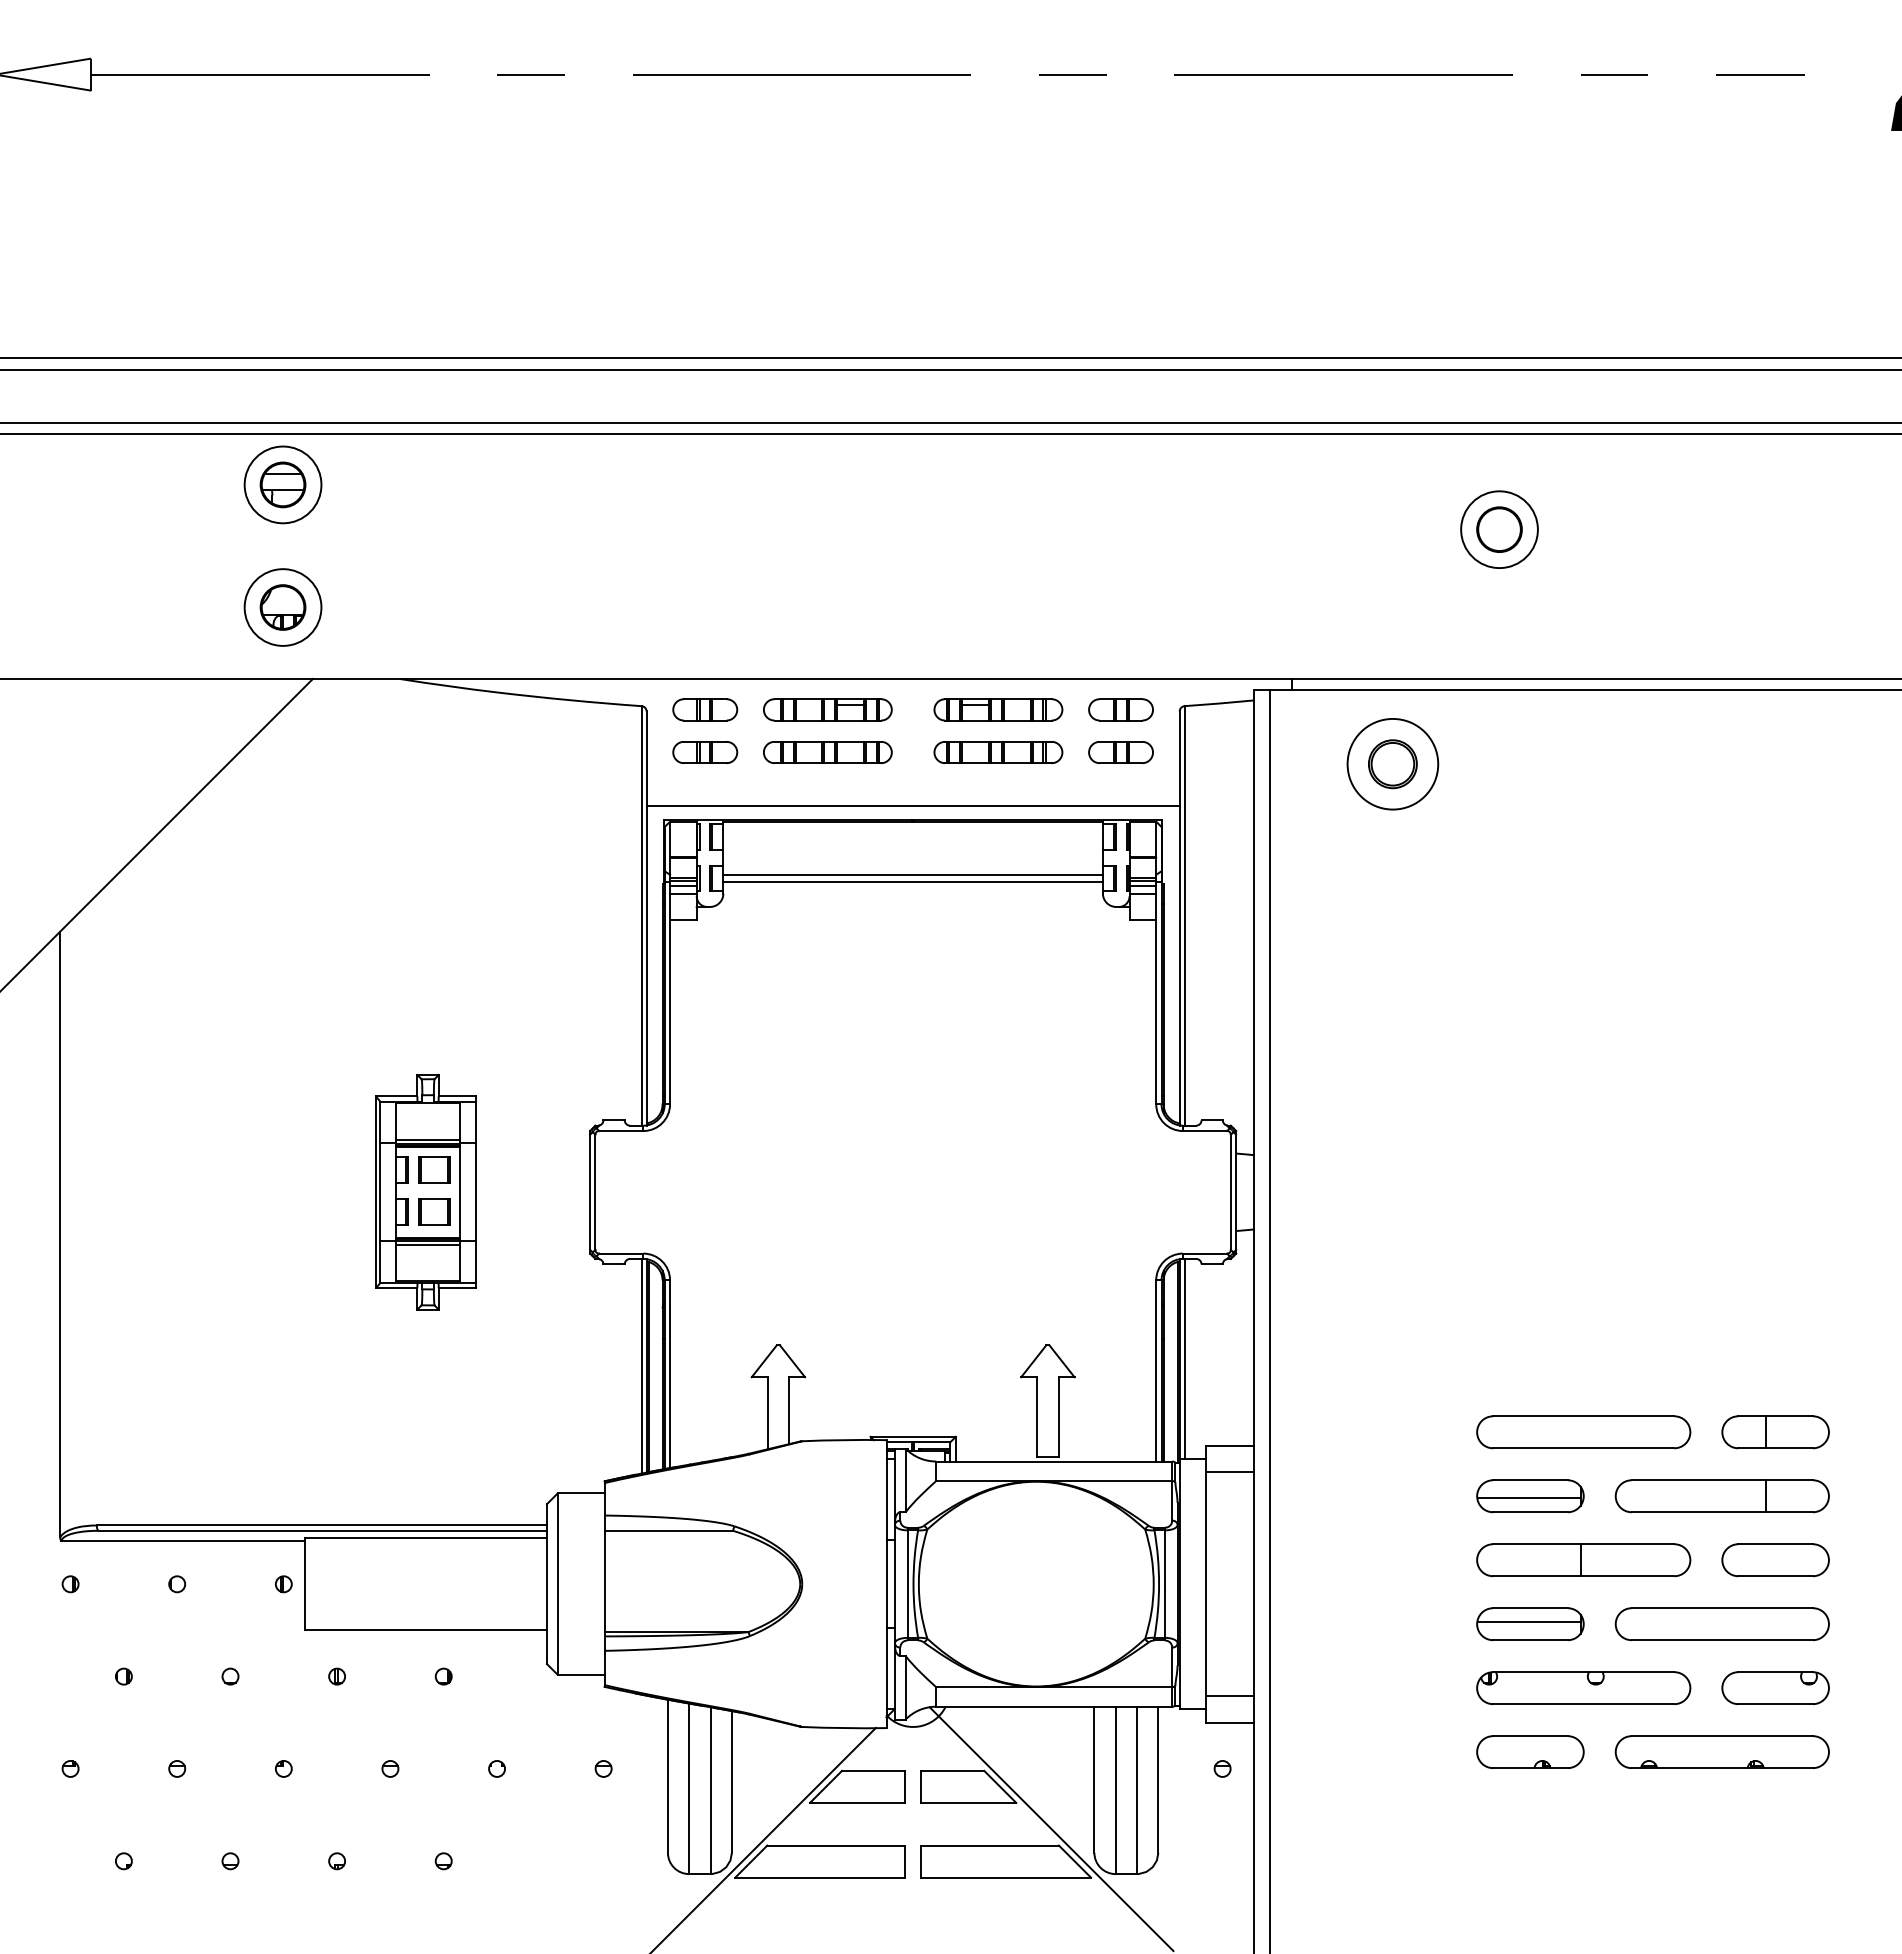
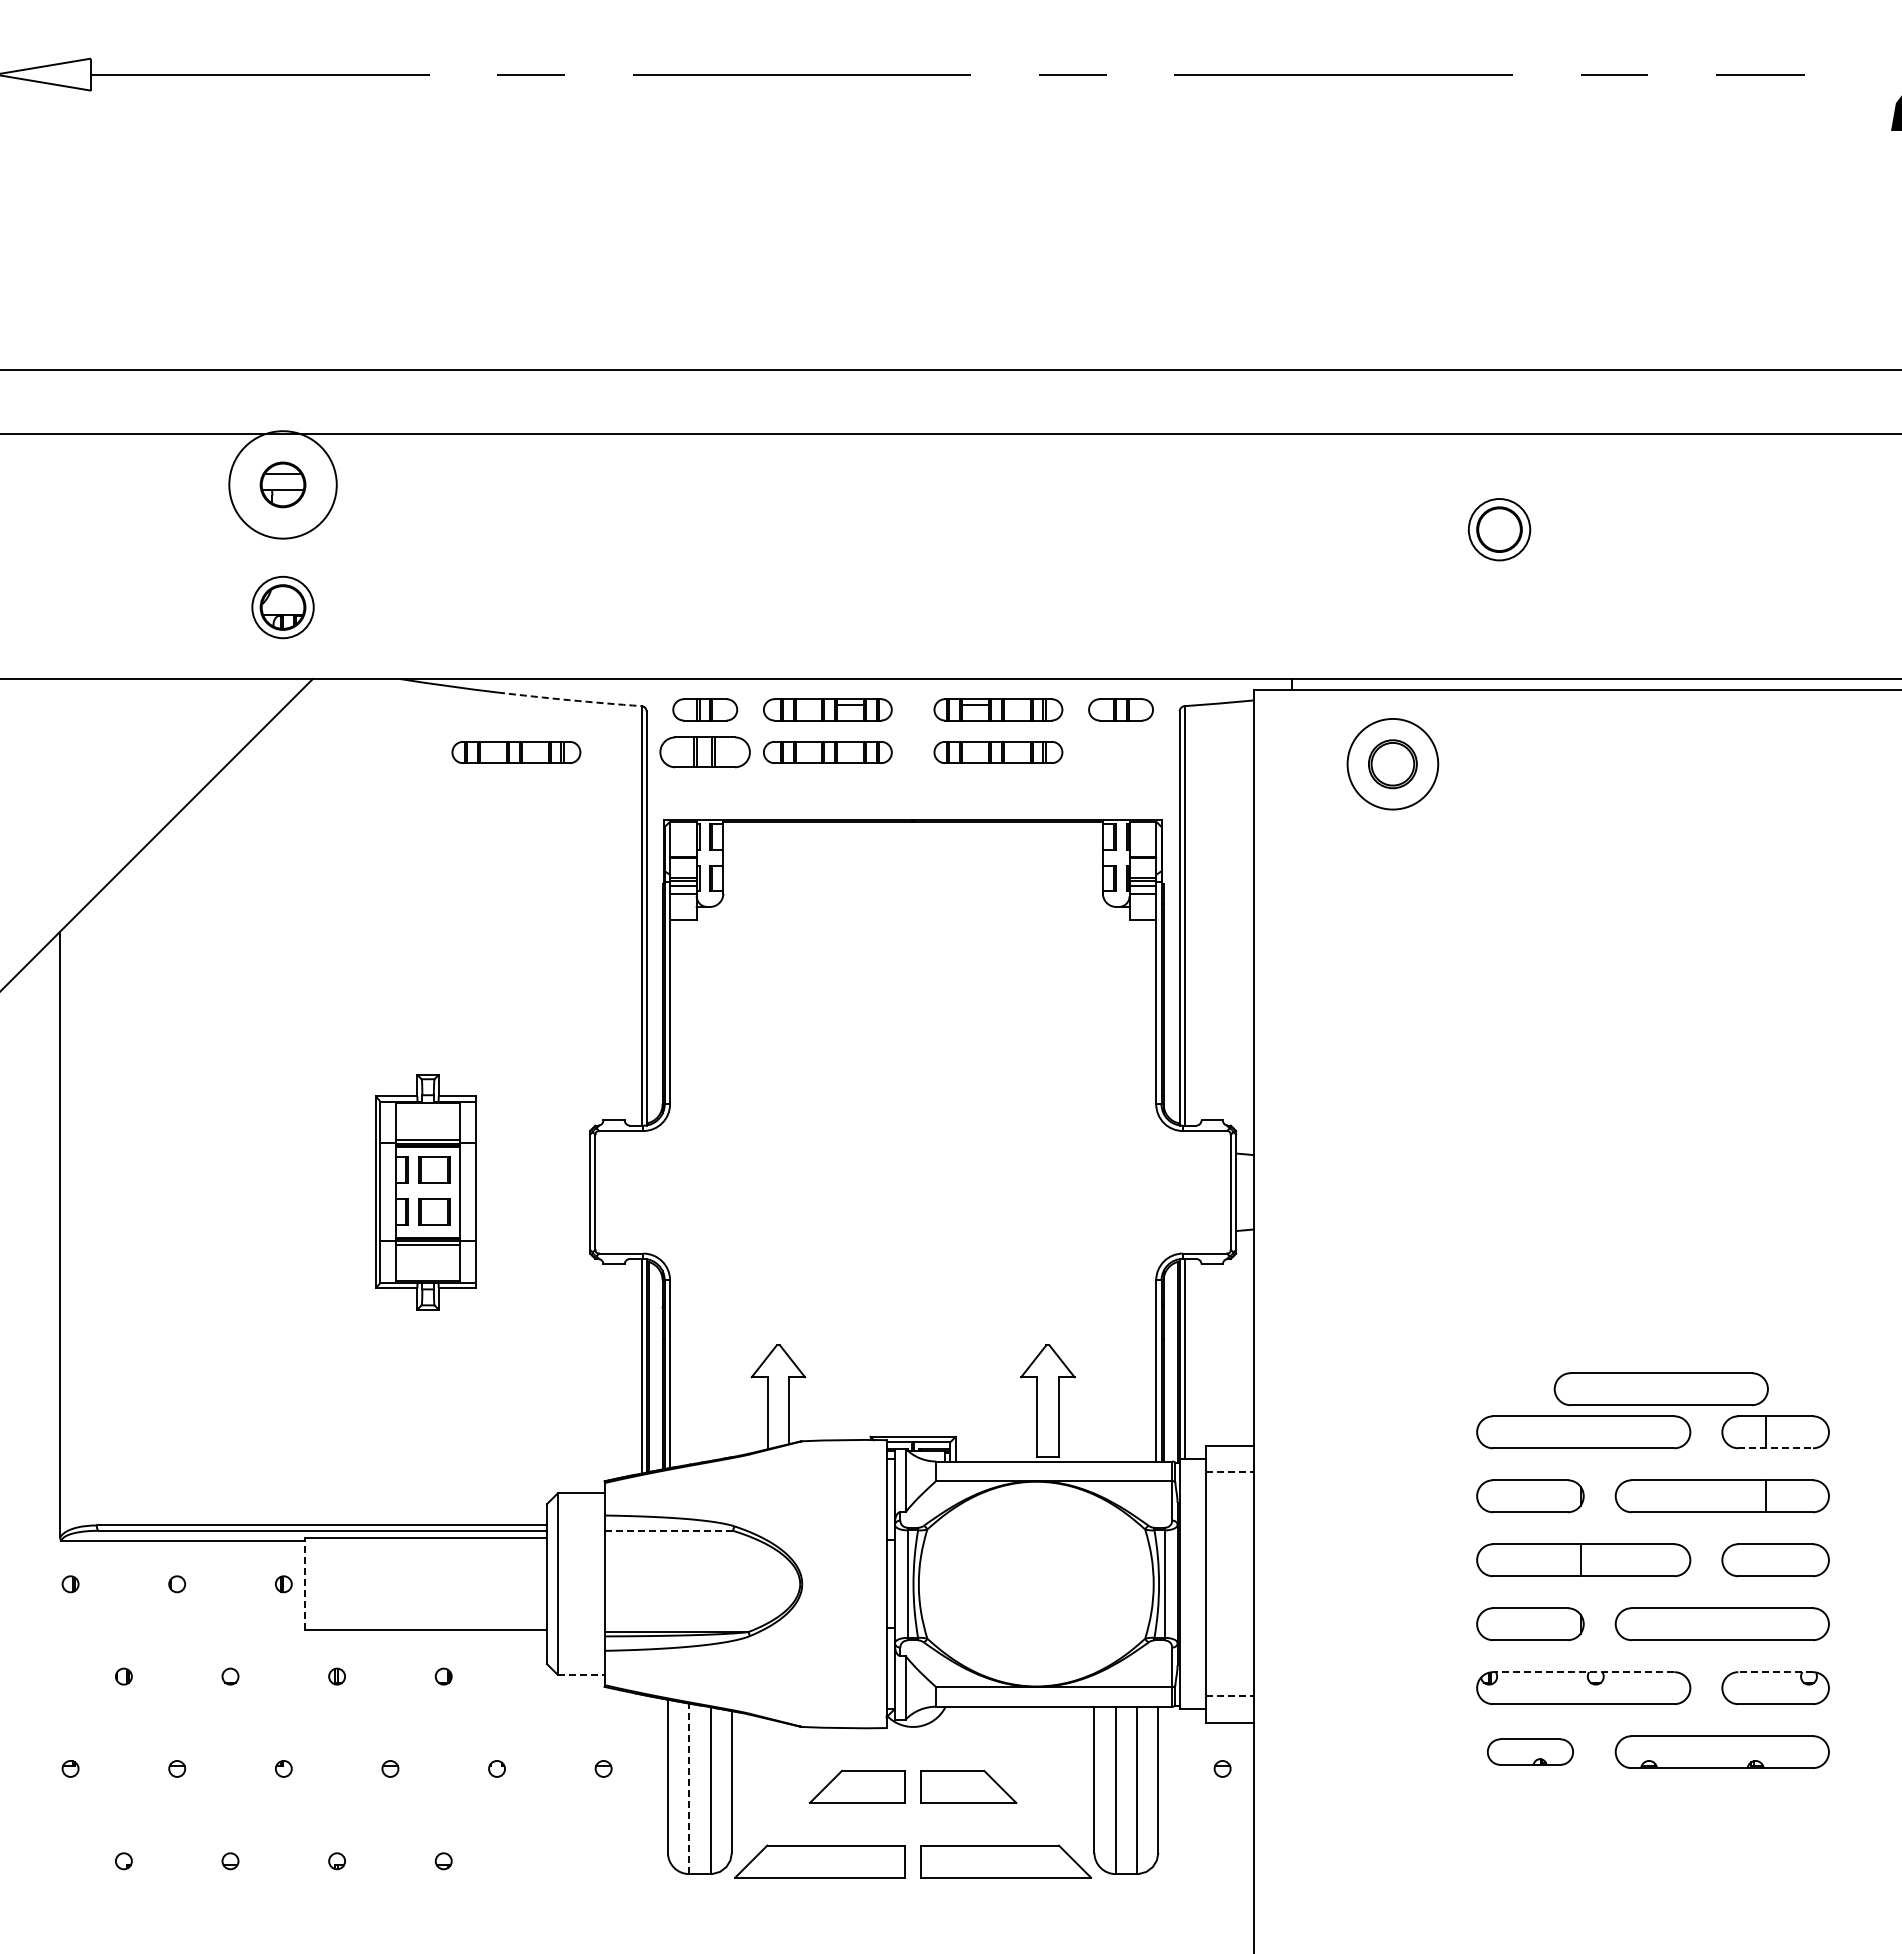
line at (950, 358): present -> none
line at (950, 423): present -> none
circle at (282, 484) diameter: 77 px -> 107 px
circle at (1499, 529) diameter: 77 px -> 61 px
circle at (282, 607) diameter: 77 px -> 61 px
arc at (569, 700): solid -> dashed
part at (516, 752): none -> present
part at (705, 752) size: 67x24 px -> 92x33 px
part at (1120, 752): present -> none
line at (912, 805): present -> none
line at (912, 874): present -> none
line at (912, 881): present -> none
line at (1270, 1319): present -> none
part at (1660, 1389): none -> present
line at (1776, 1448): solid -> dashed
line at (1230, 1472): solid -> dashed
line at (1528, 1497): present -> none
line at (669, 1530): solid -> dashed
line at (305, 1584): solid -> dashed
line at (1528, 1621): present -> none
line at (1583, 1672): solid -> dashed
line at (1775, 1672): solid -> dashed
line at (581, 1674): solid -> dashed
line at (1230, 1696): solid -> dashed
part at (1530, 1751) size: 109x34 px -> 88x28 px
line at (689, 1788): solid -> dashed
line at (1050, 1828): present -> none
line at (764, 1838): present -> none
